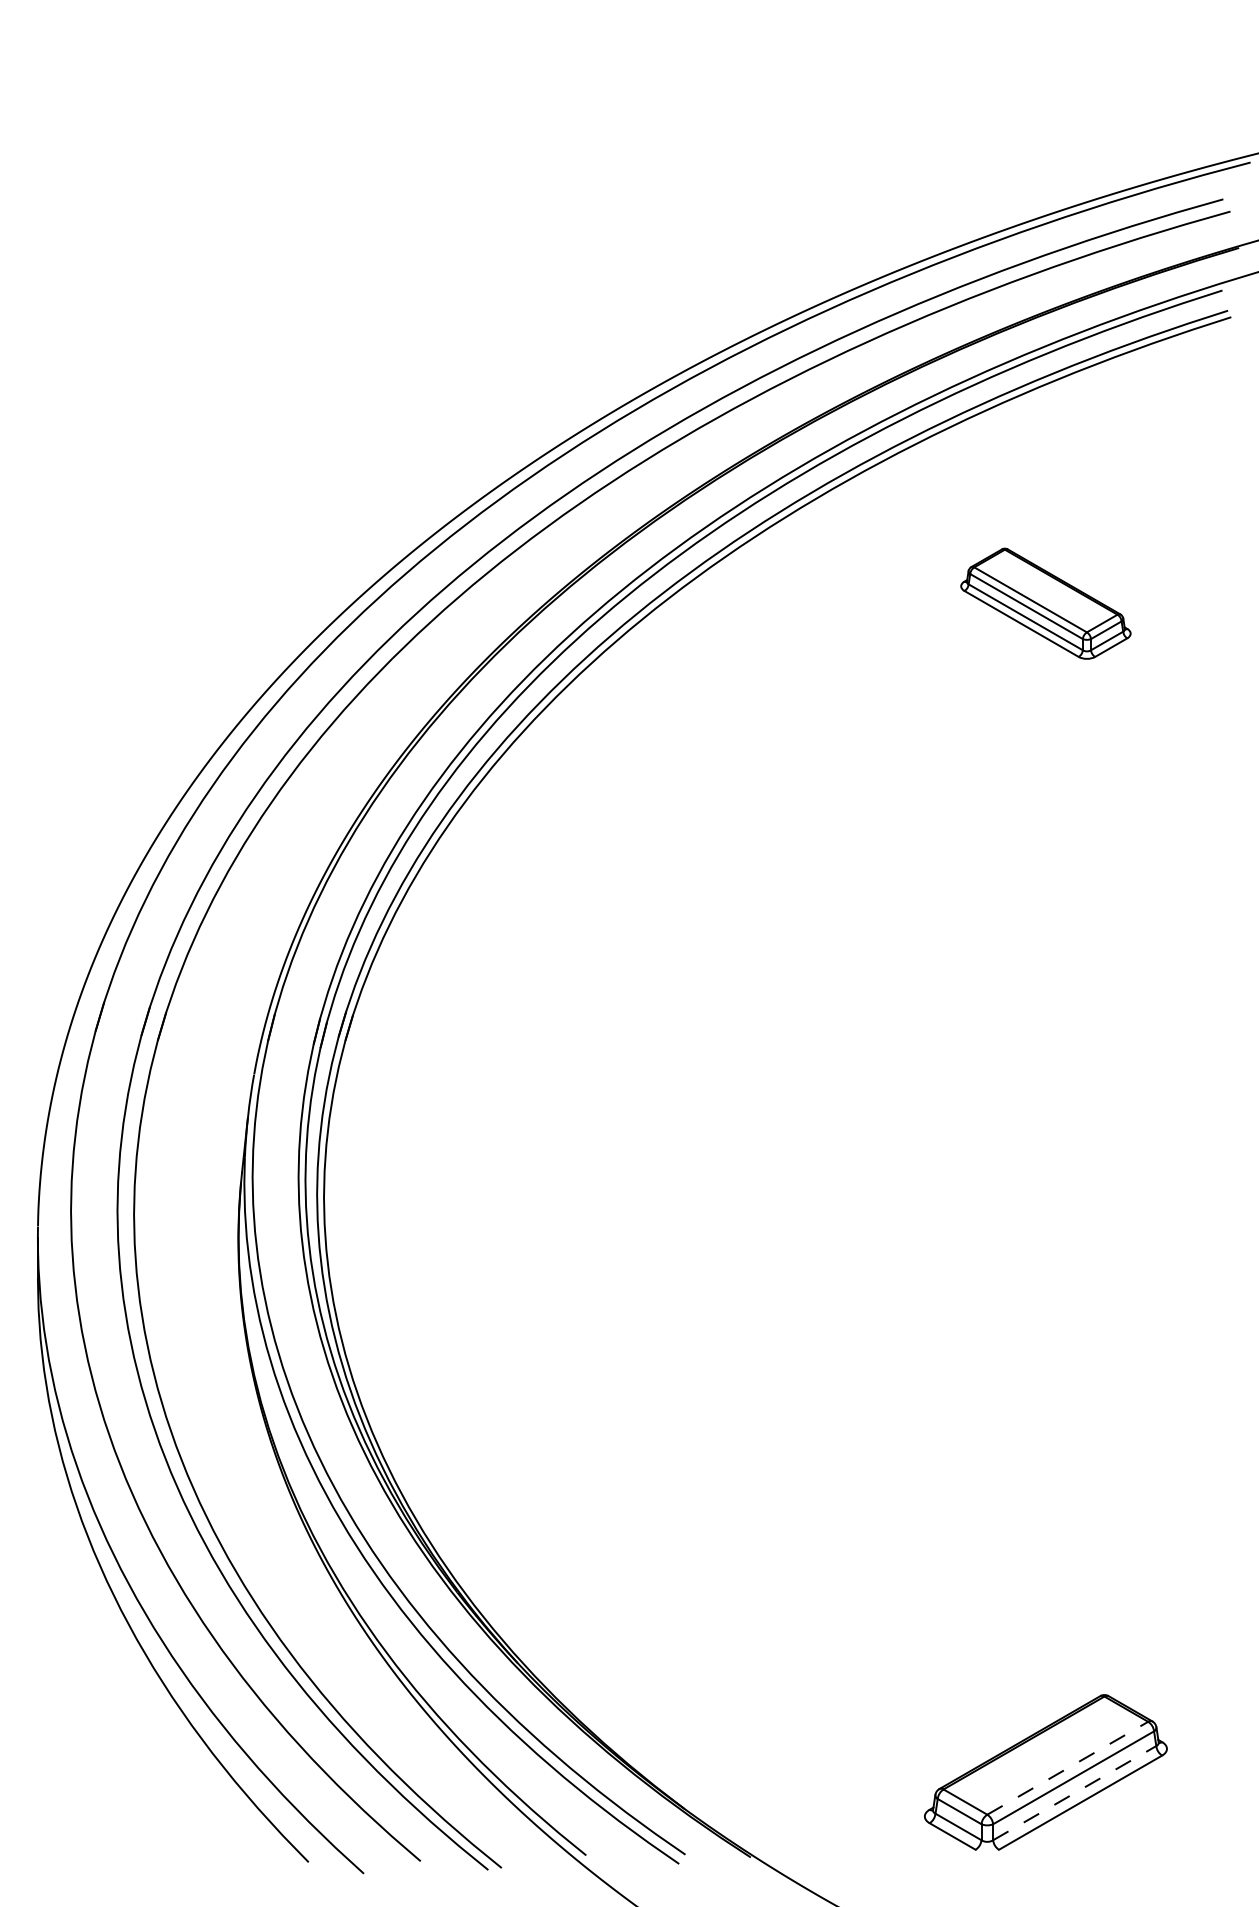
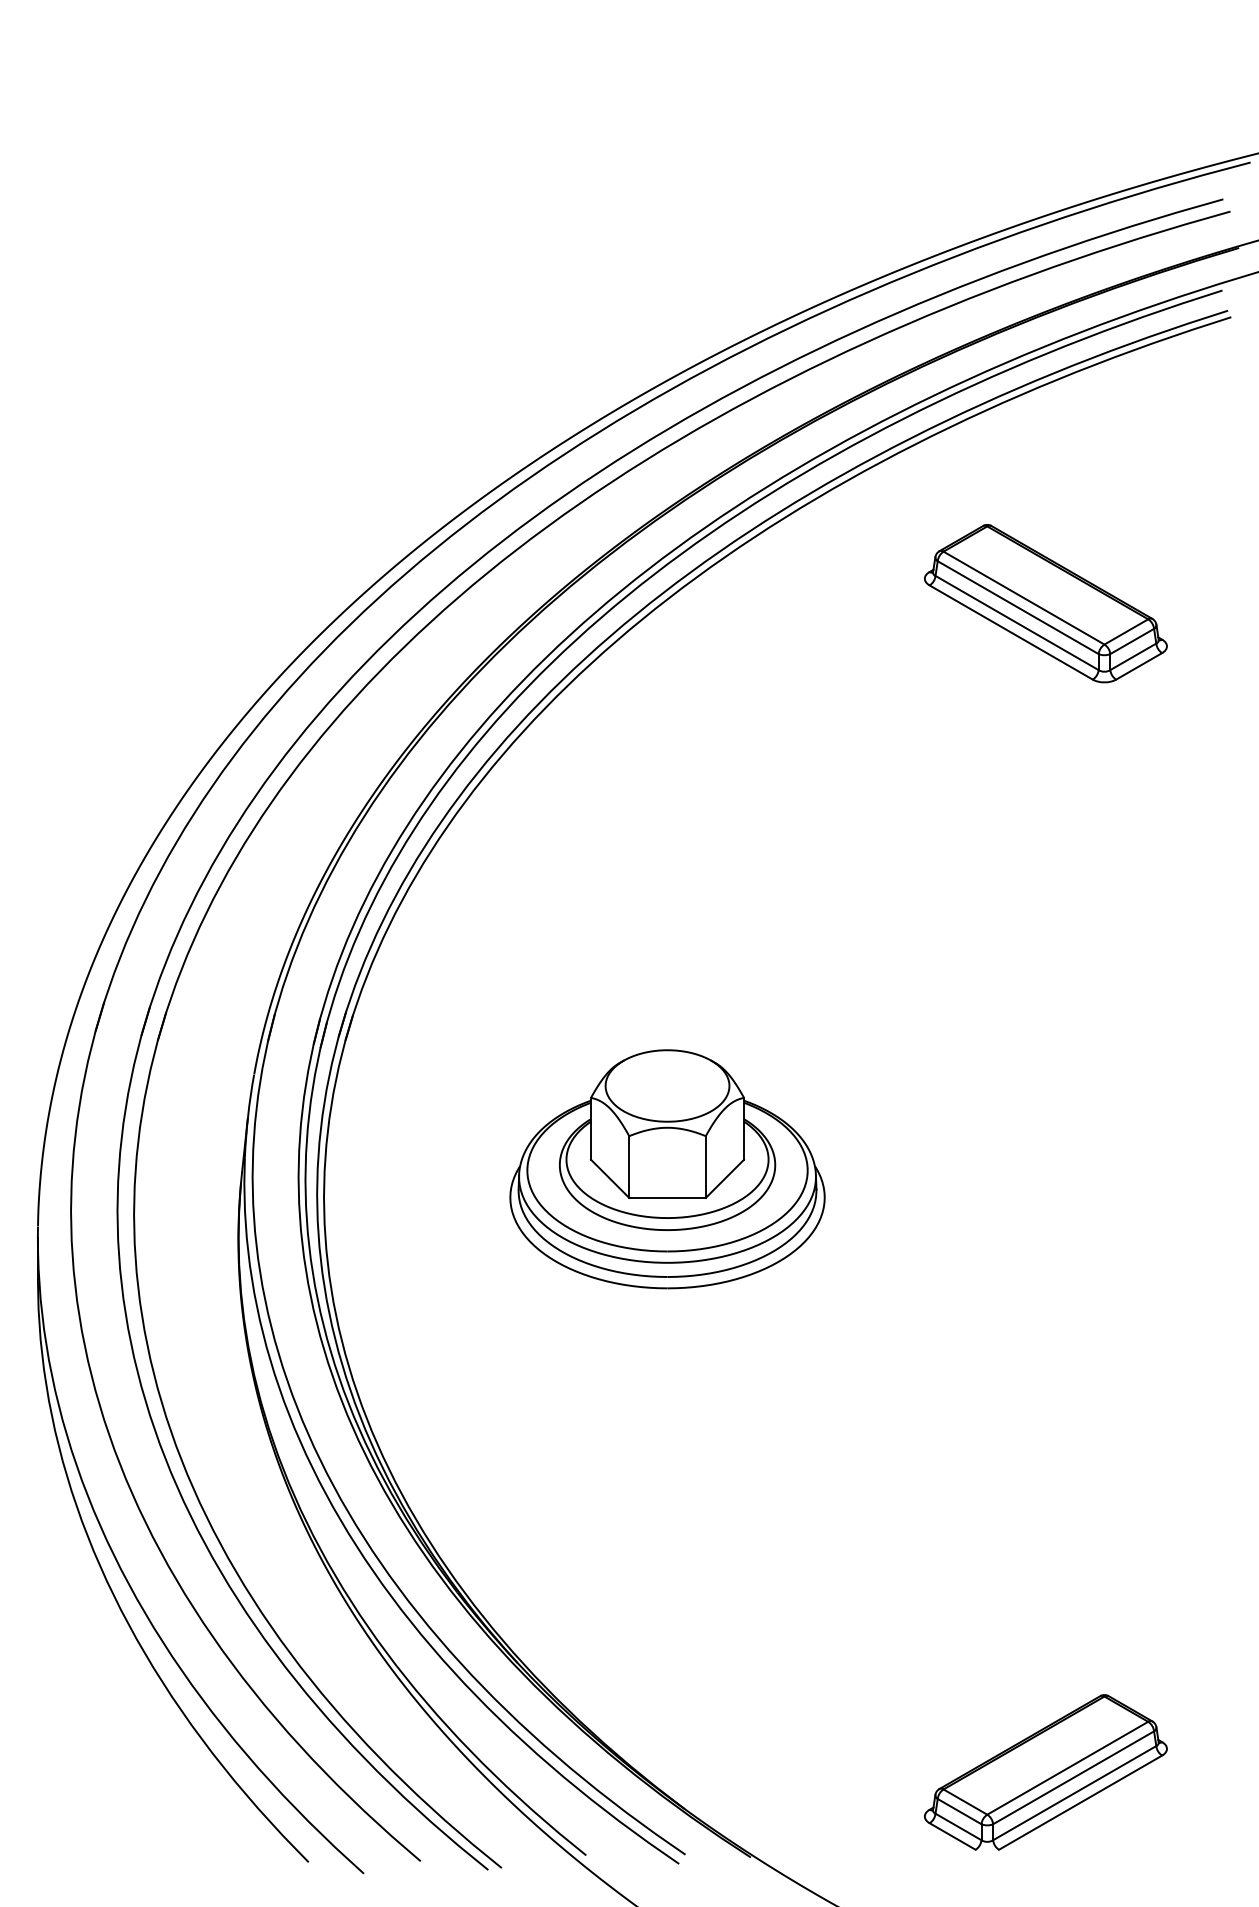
part at (1045, 603) size: 172x113 px -> 244x160 px
part at (667, 1169): none -> present
line at (1067, 1768): dashed -> solid
line at (1075, 1792): dashed -> solid
